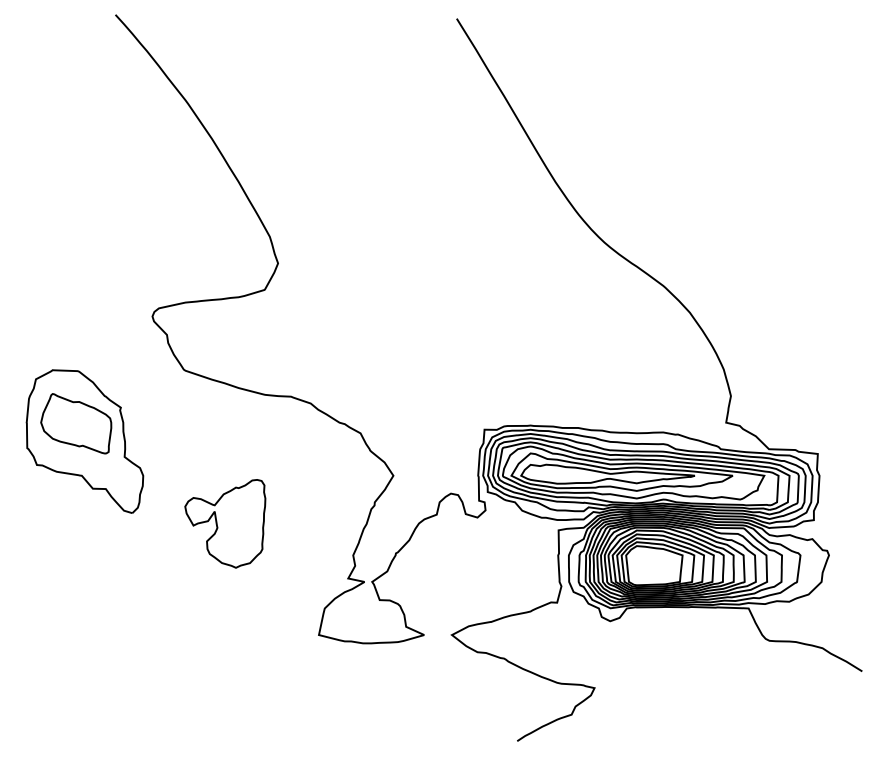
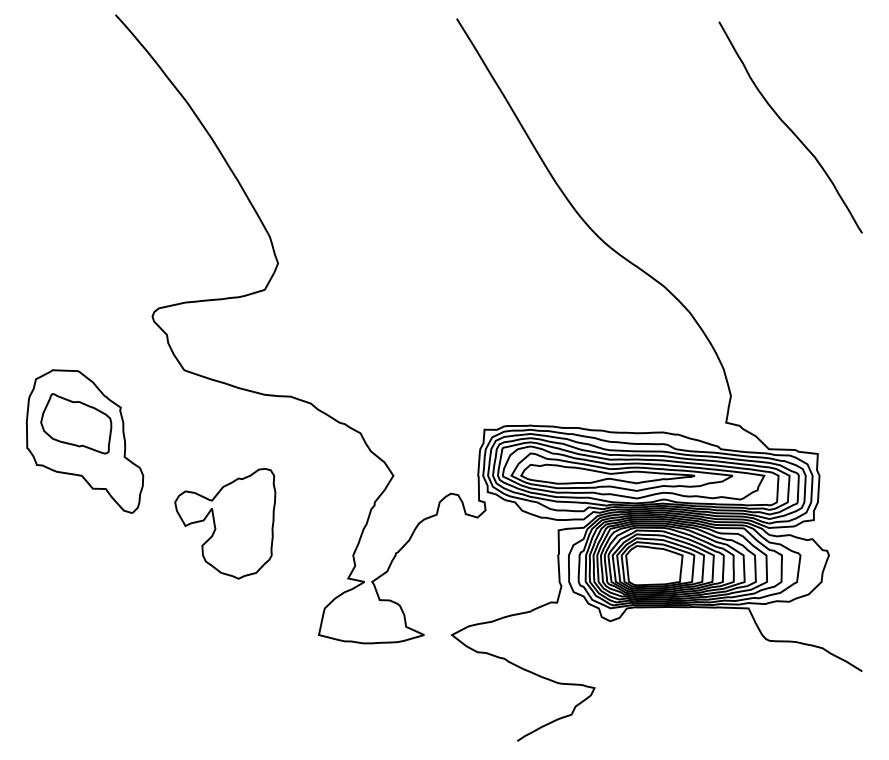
curve at (789, 127): none -> present
part at (225, 523) size: 83x90 px -> 103x112 px
